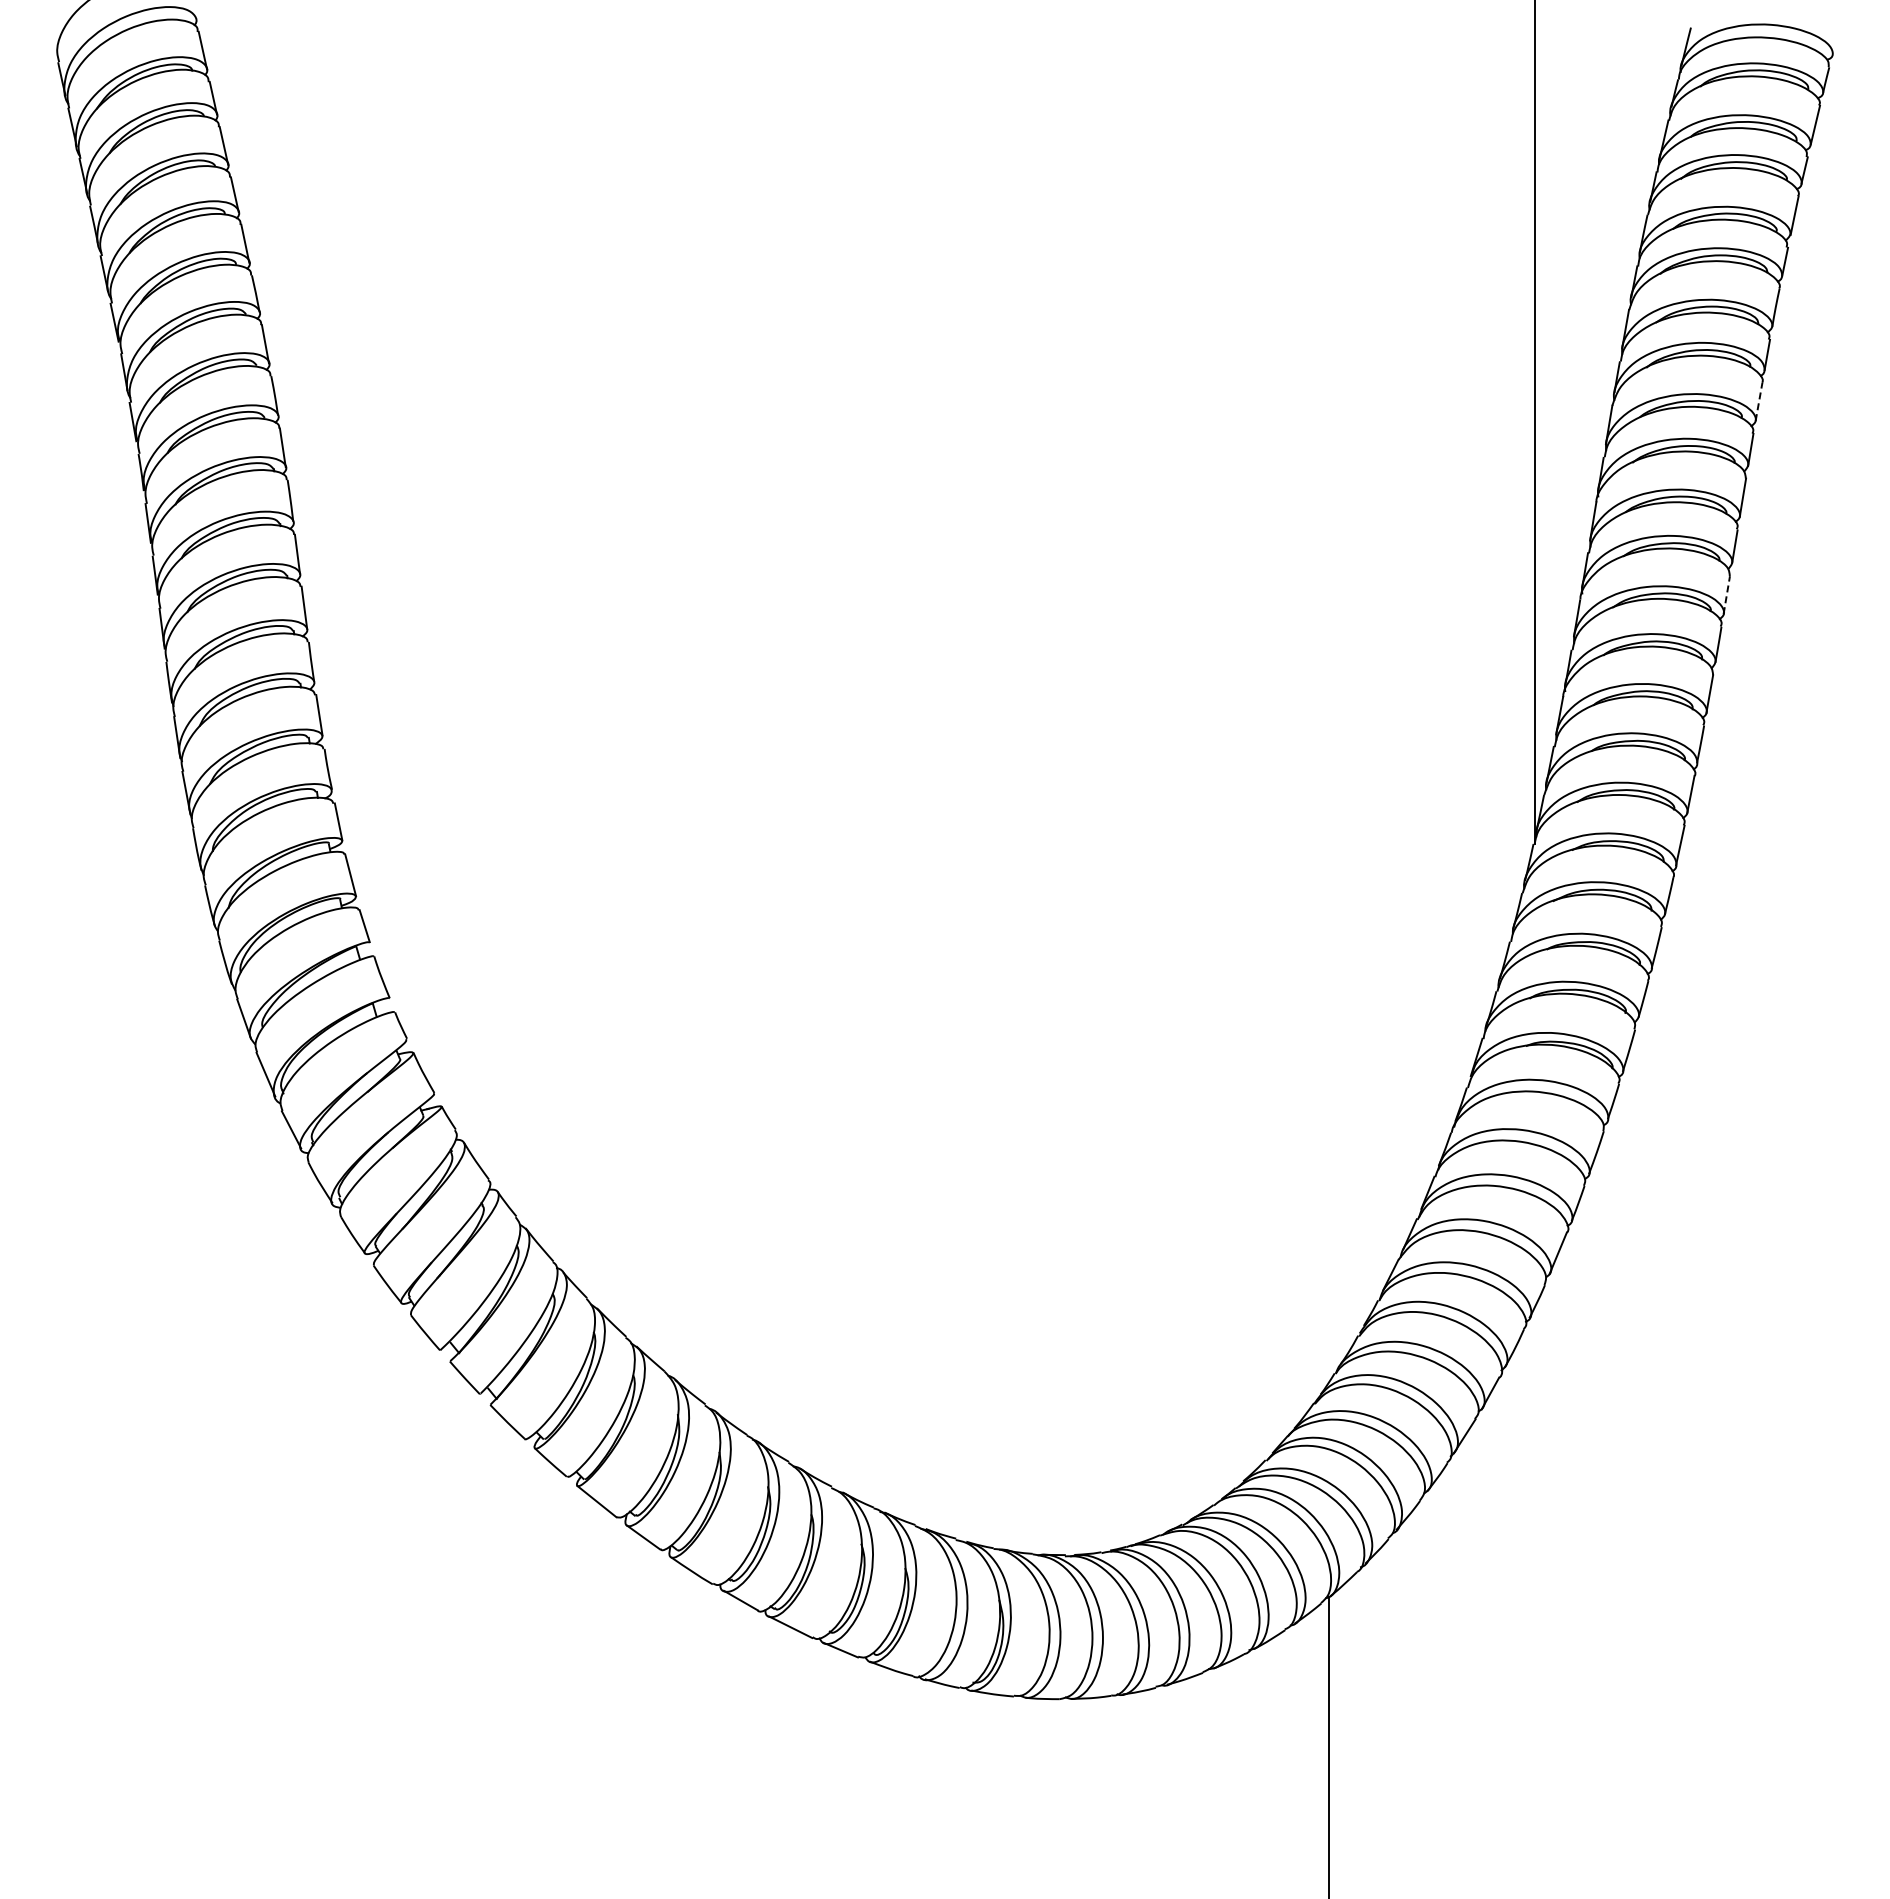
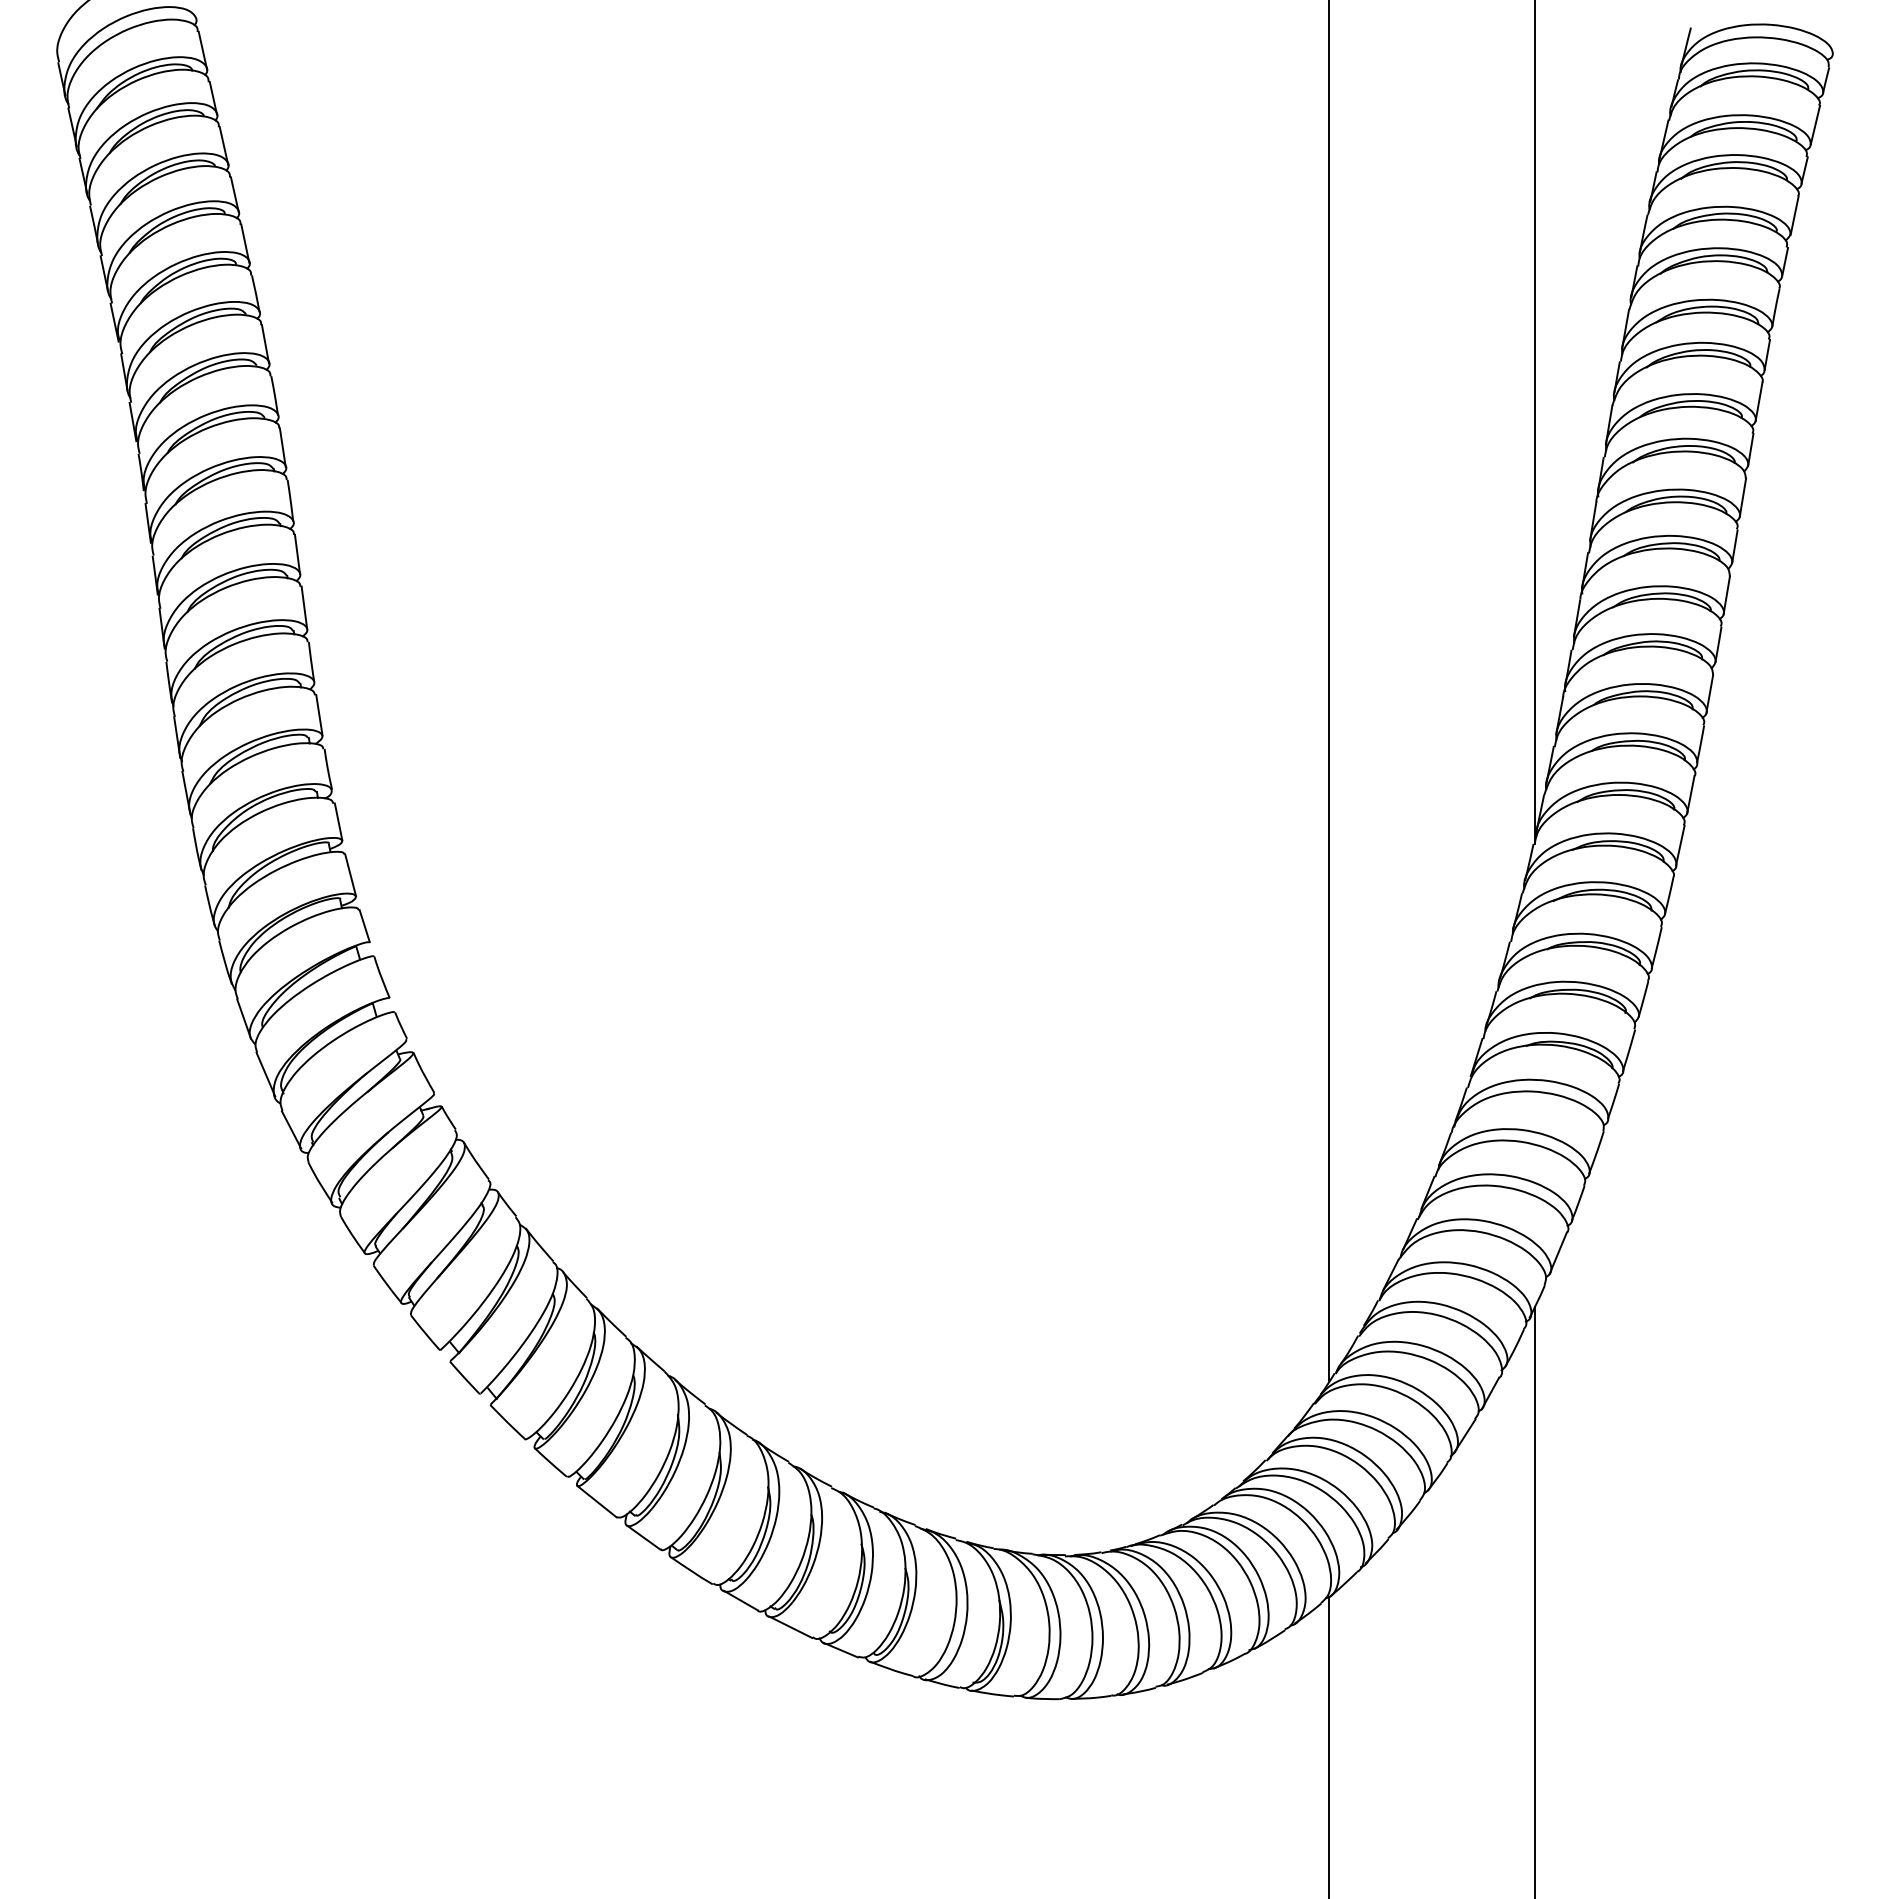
line at (1759, 401): dashed -> solid
line at (1726, 594): dashed -> solid
line at (1329, 691): none -> present
line at (1534, 1600): none -> present
